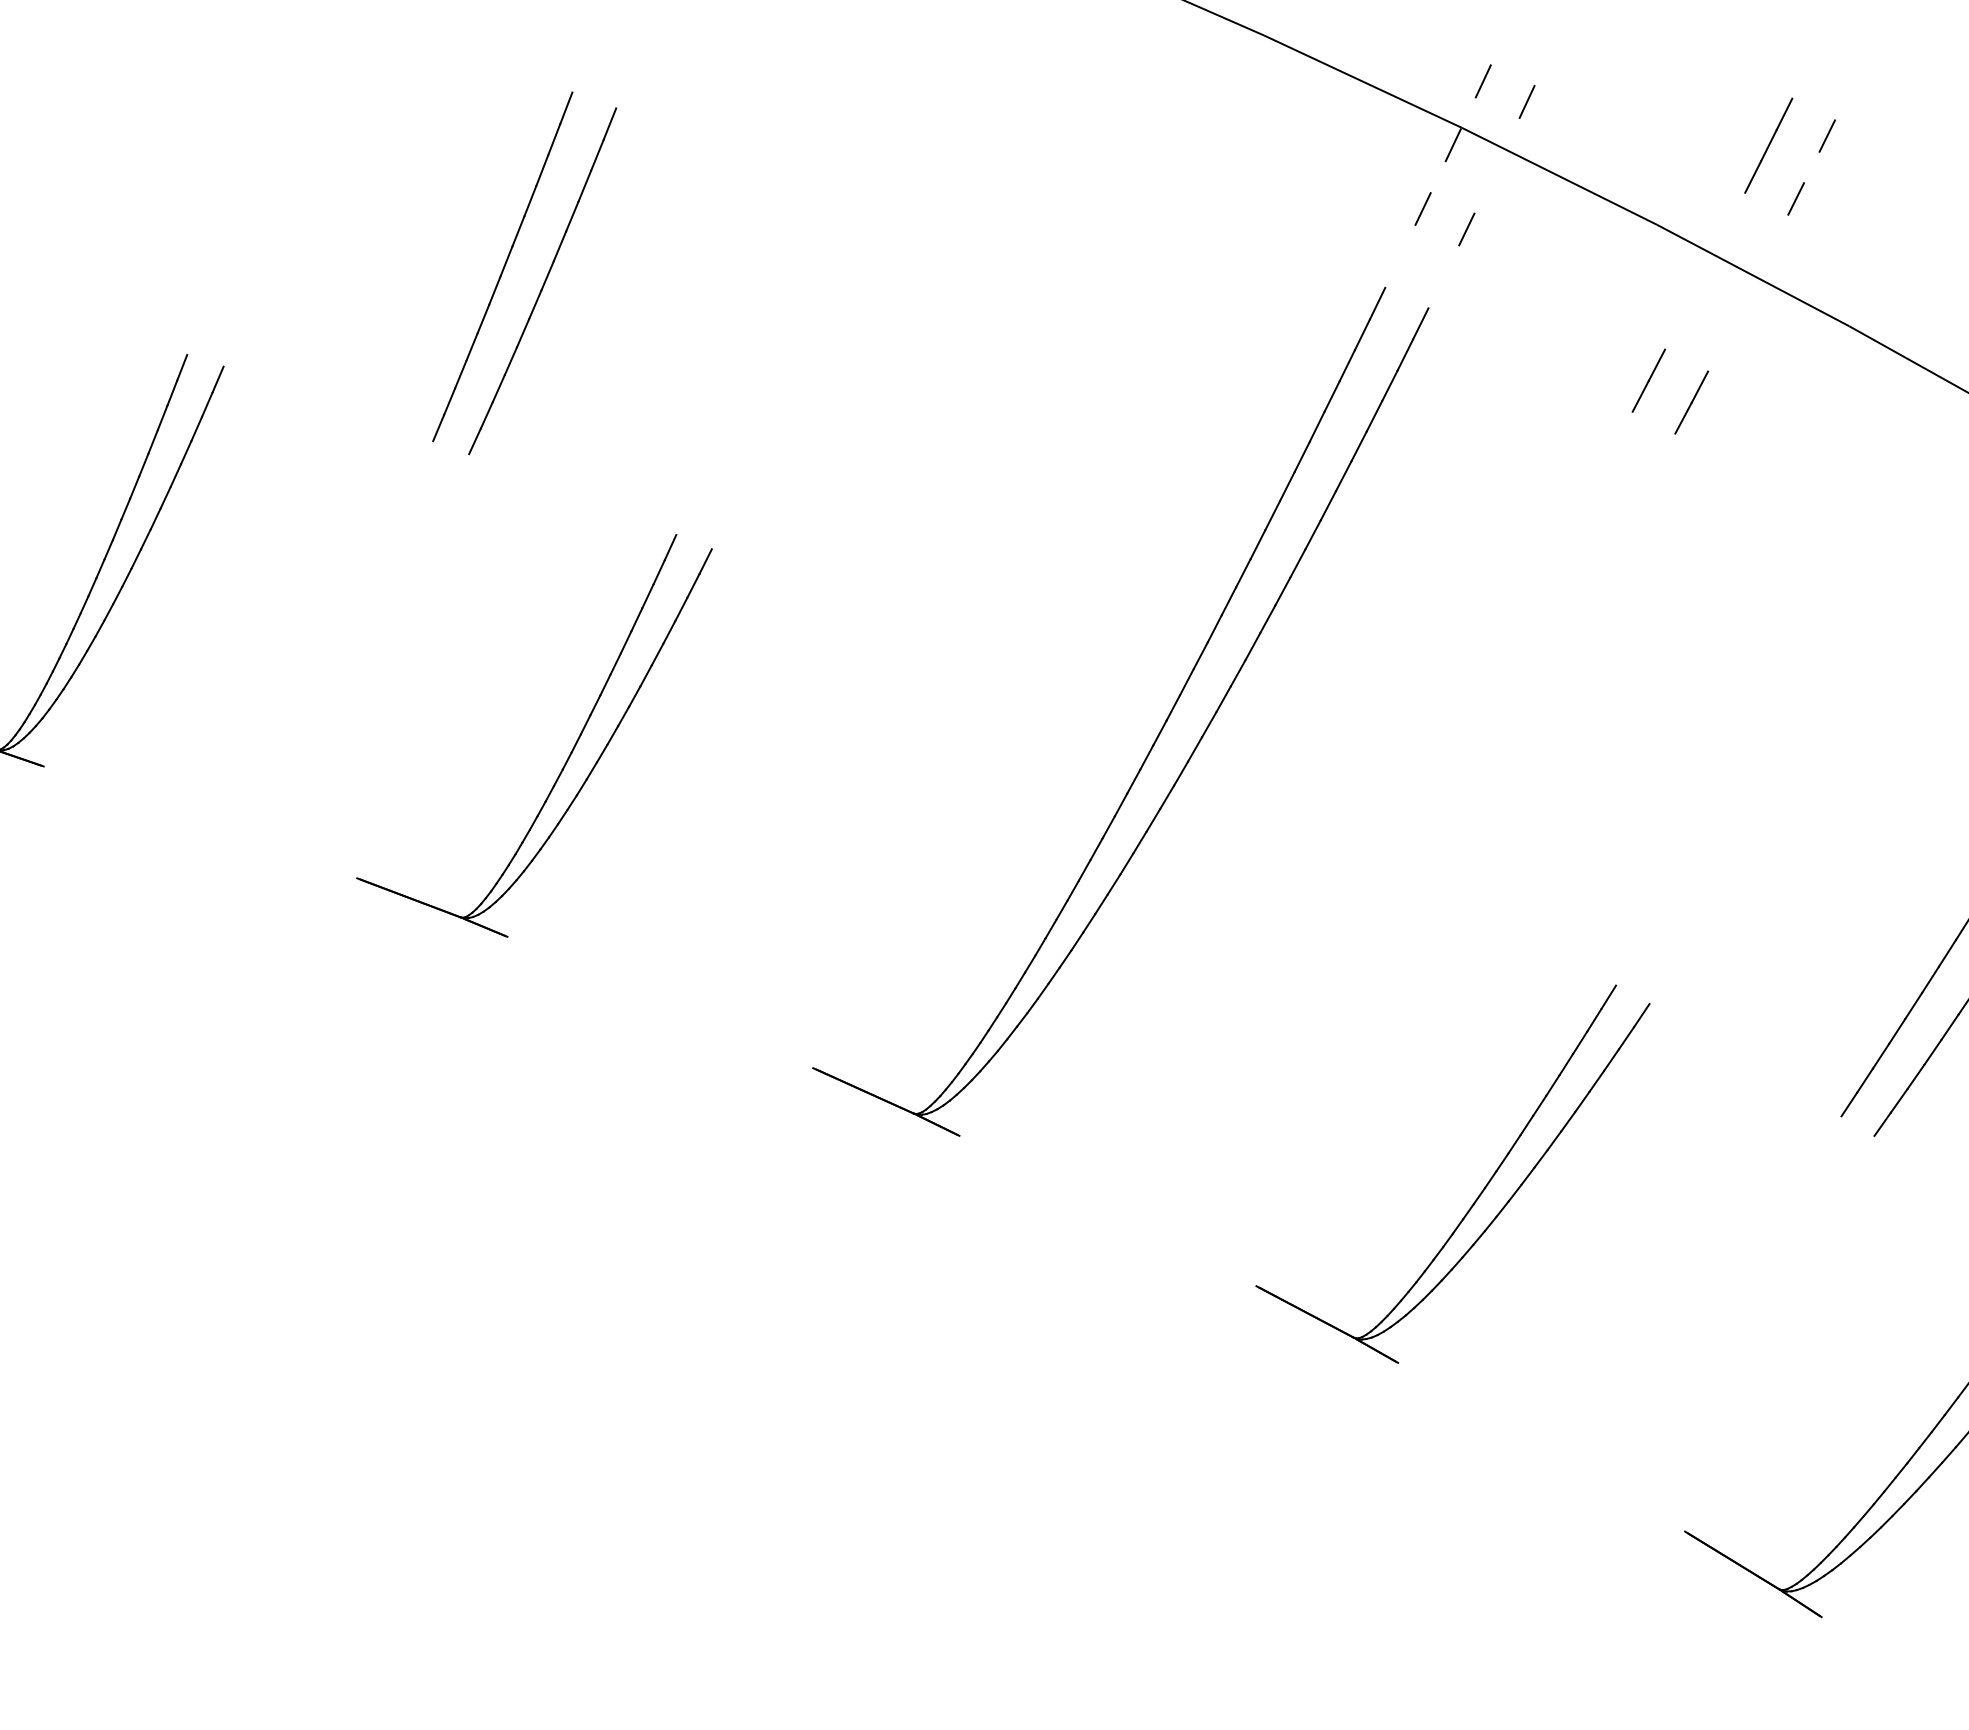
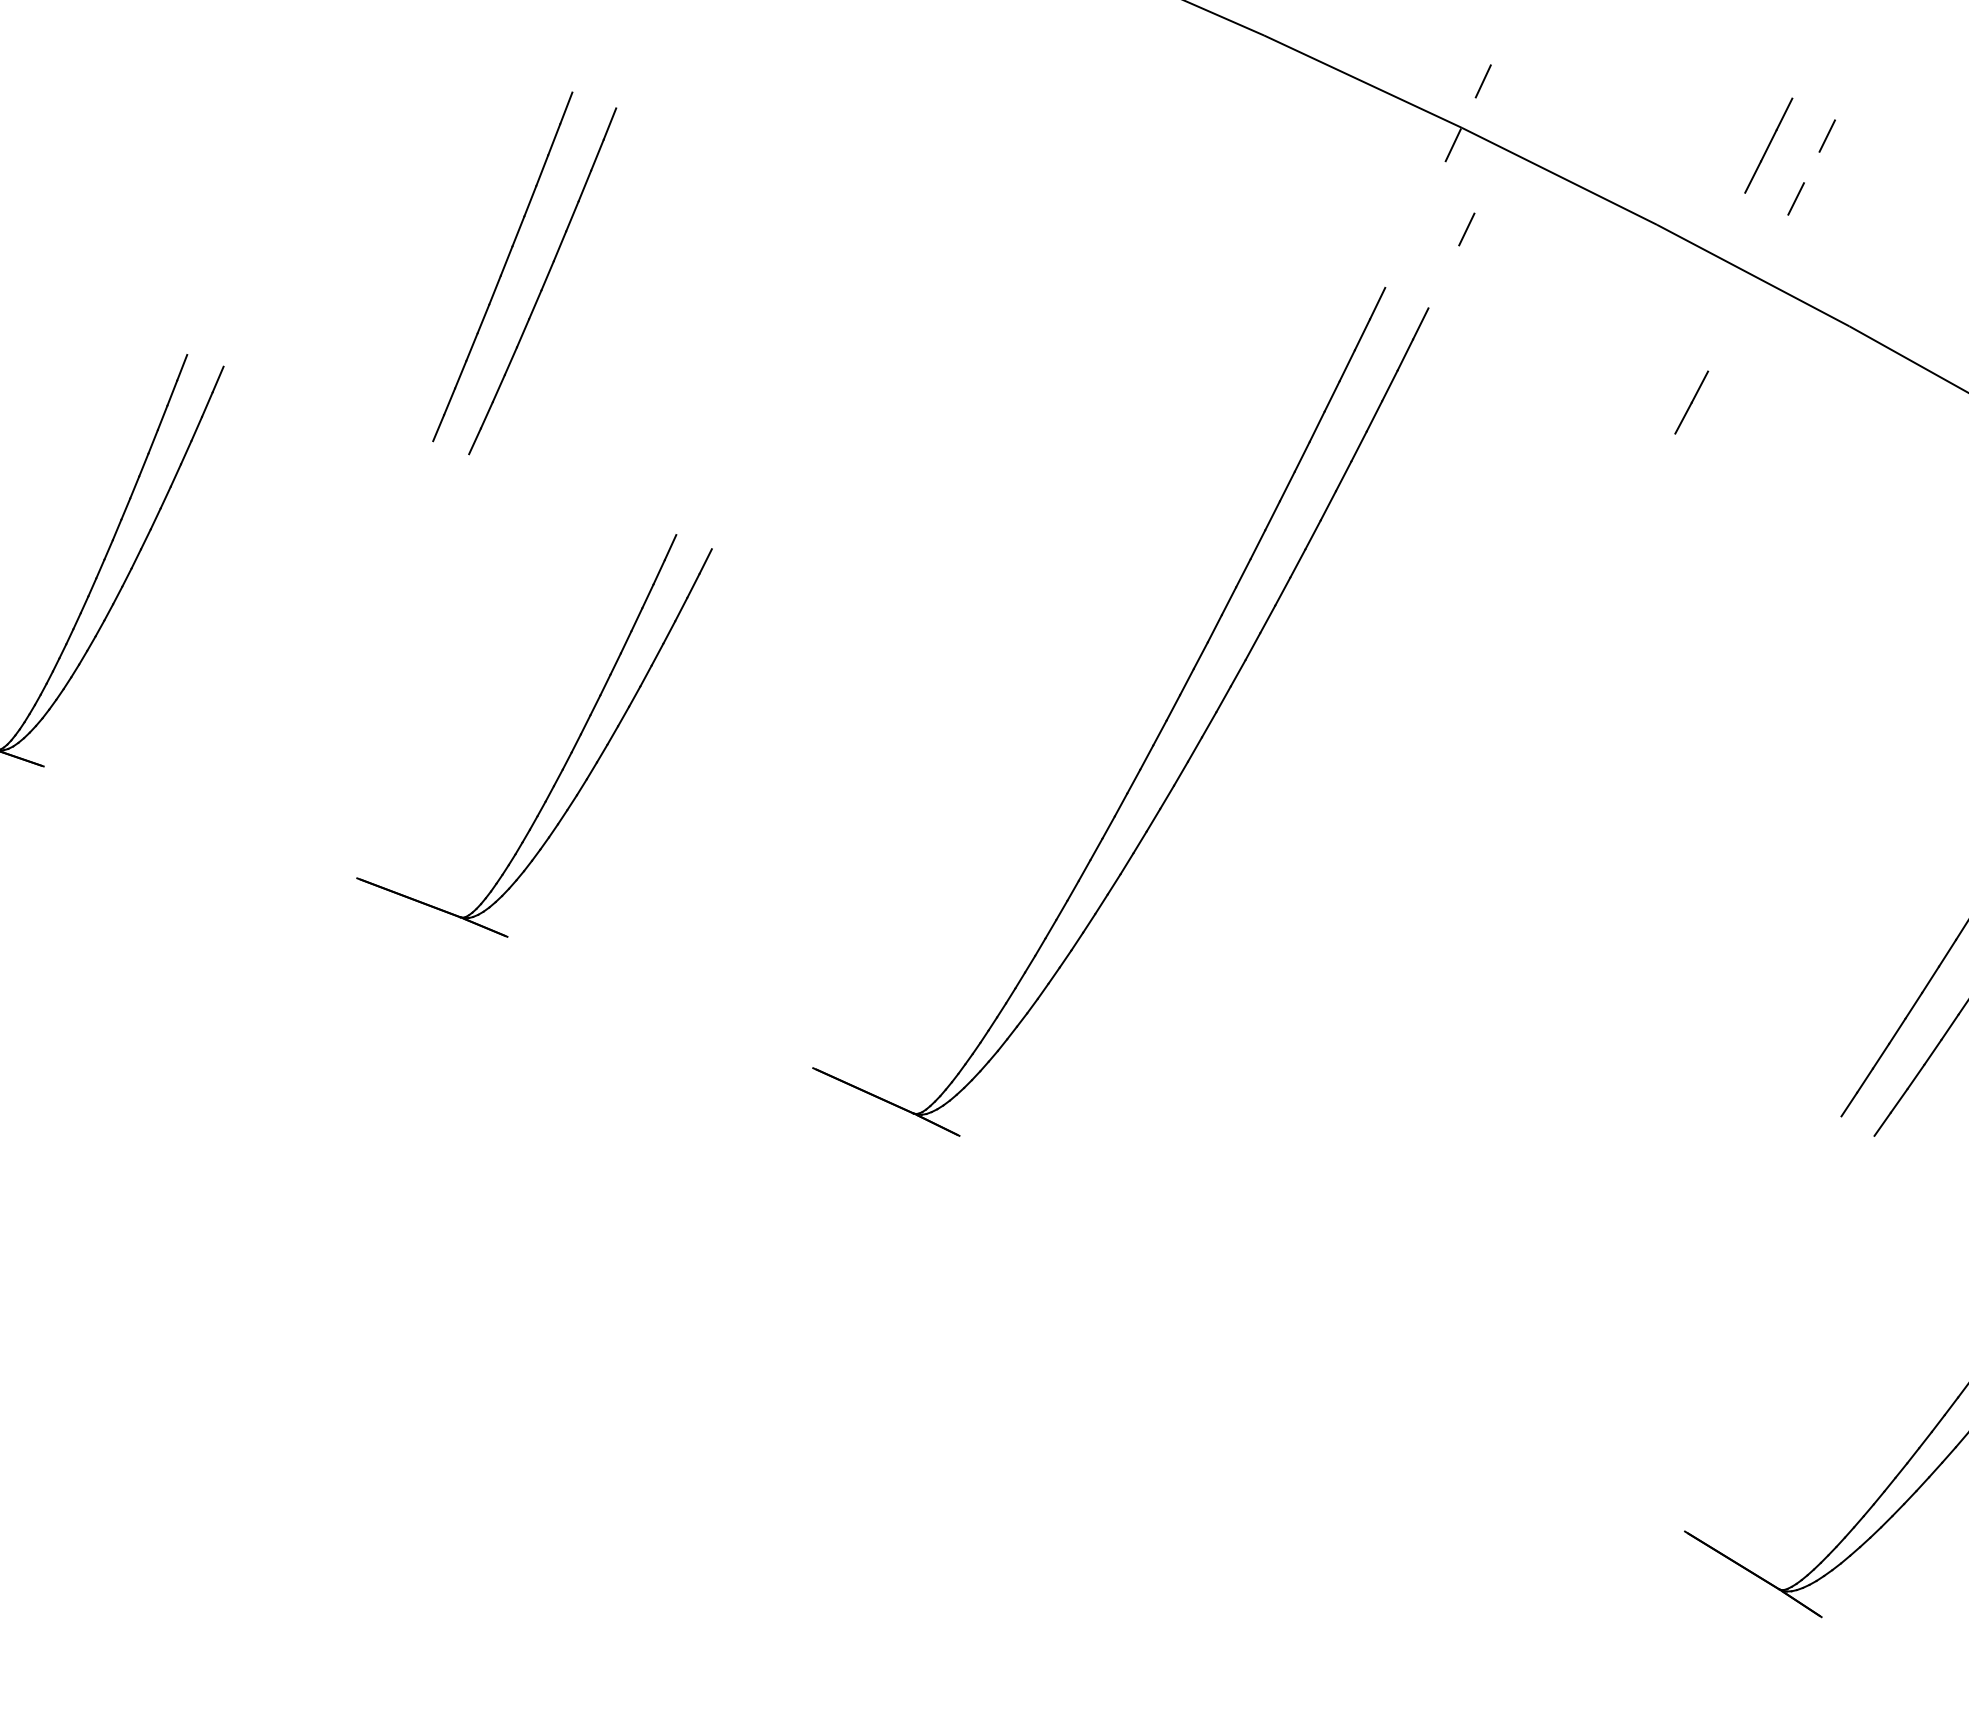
line at (1526, 101): present -> none
line at (1422, 208): present -> none
line at (1648, 380): present -> none
part at (1480, 1192): present -> none
